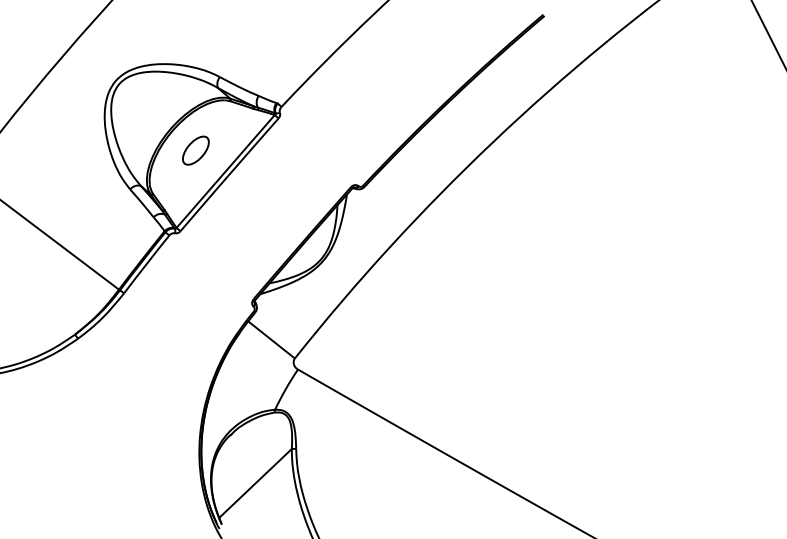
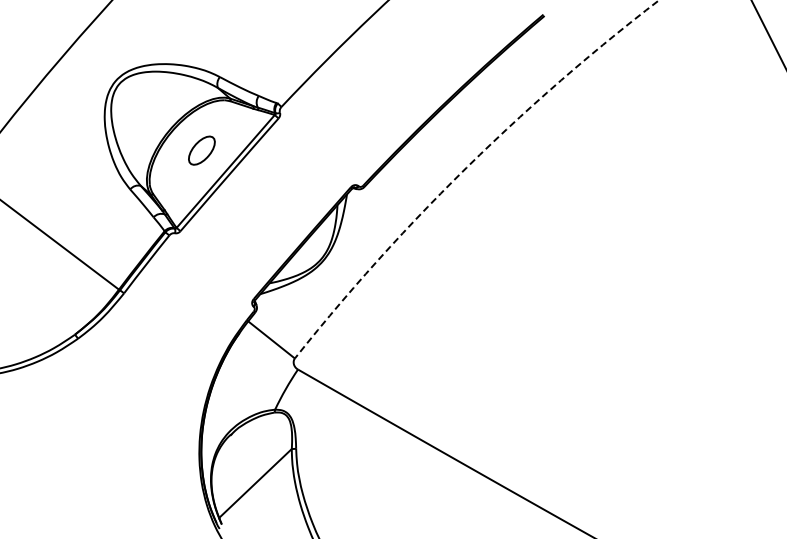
part at (195, 150) position: (195, 150) -> (201, 150)
arc at (466, 168): solid -> dashed
